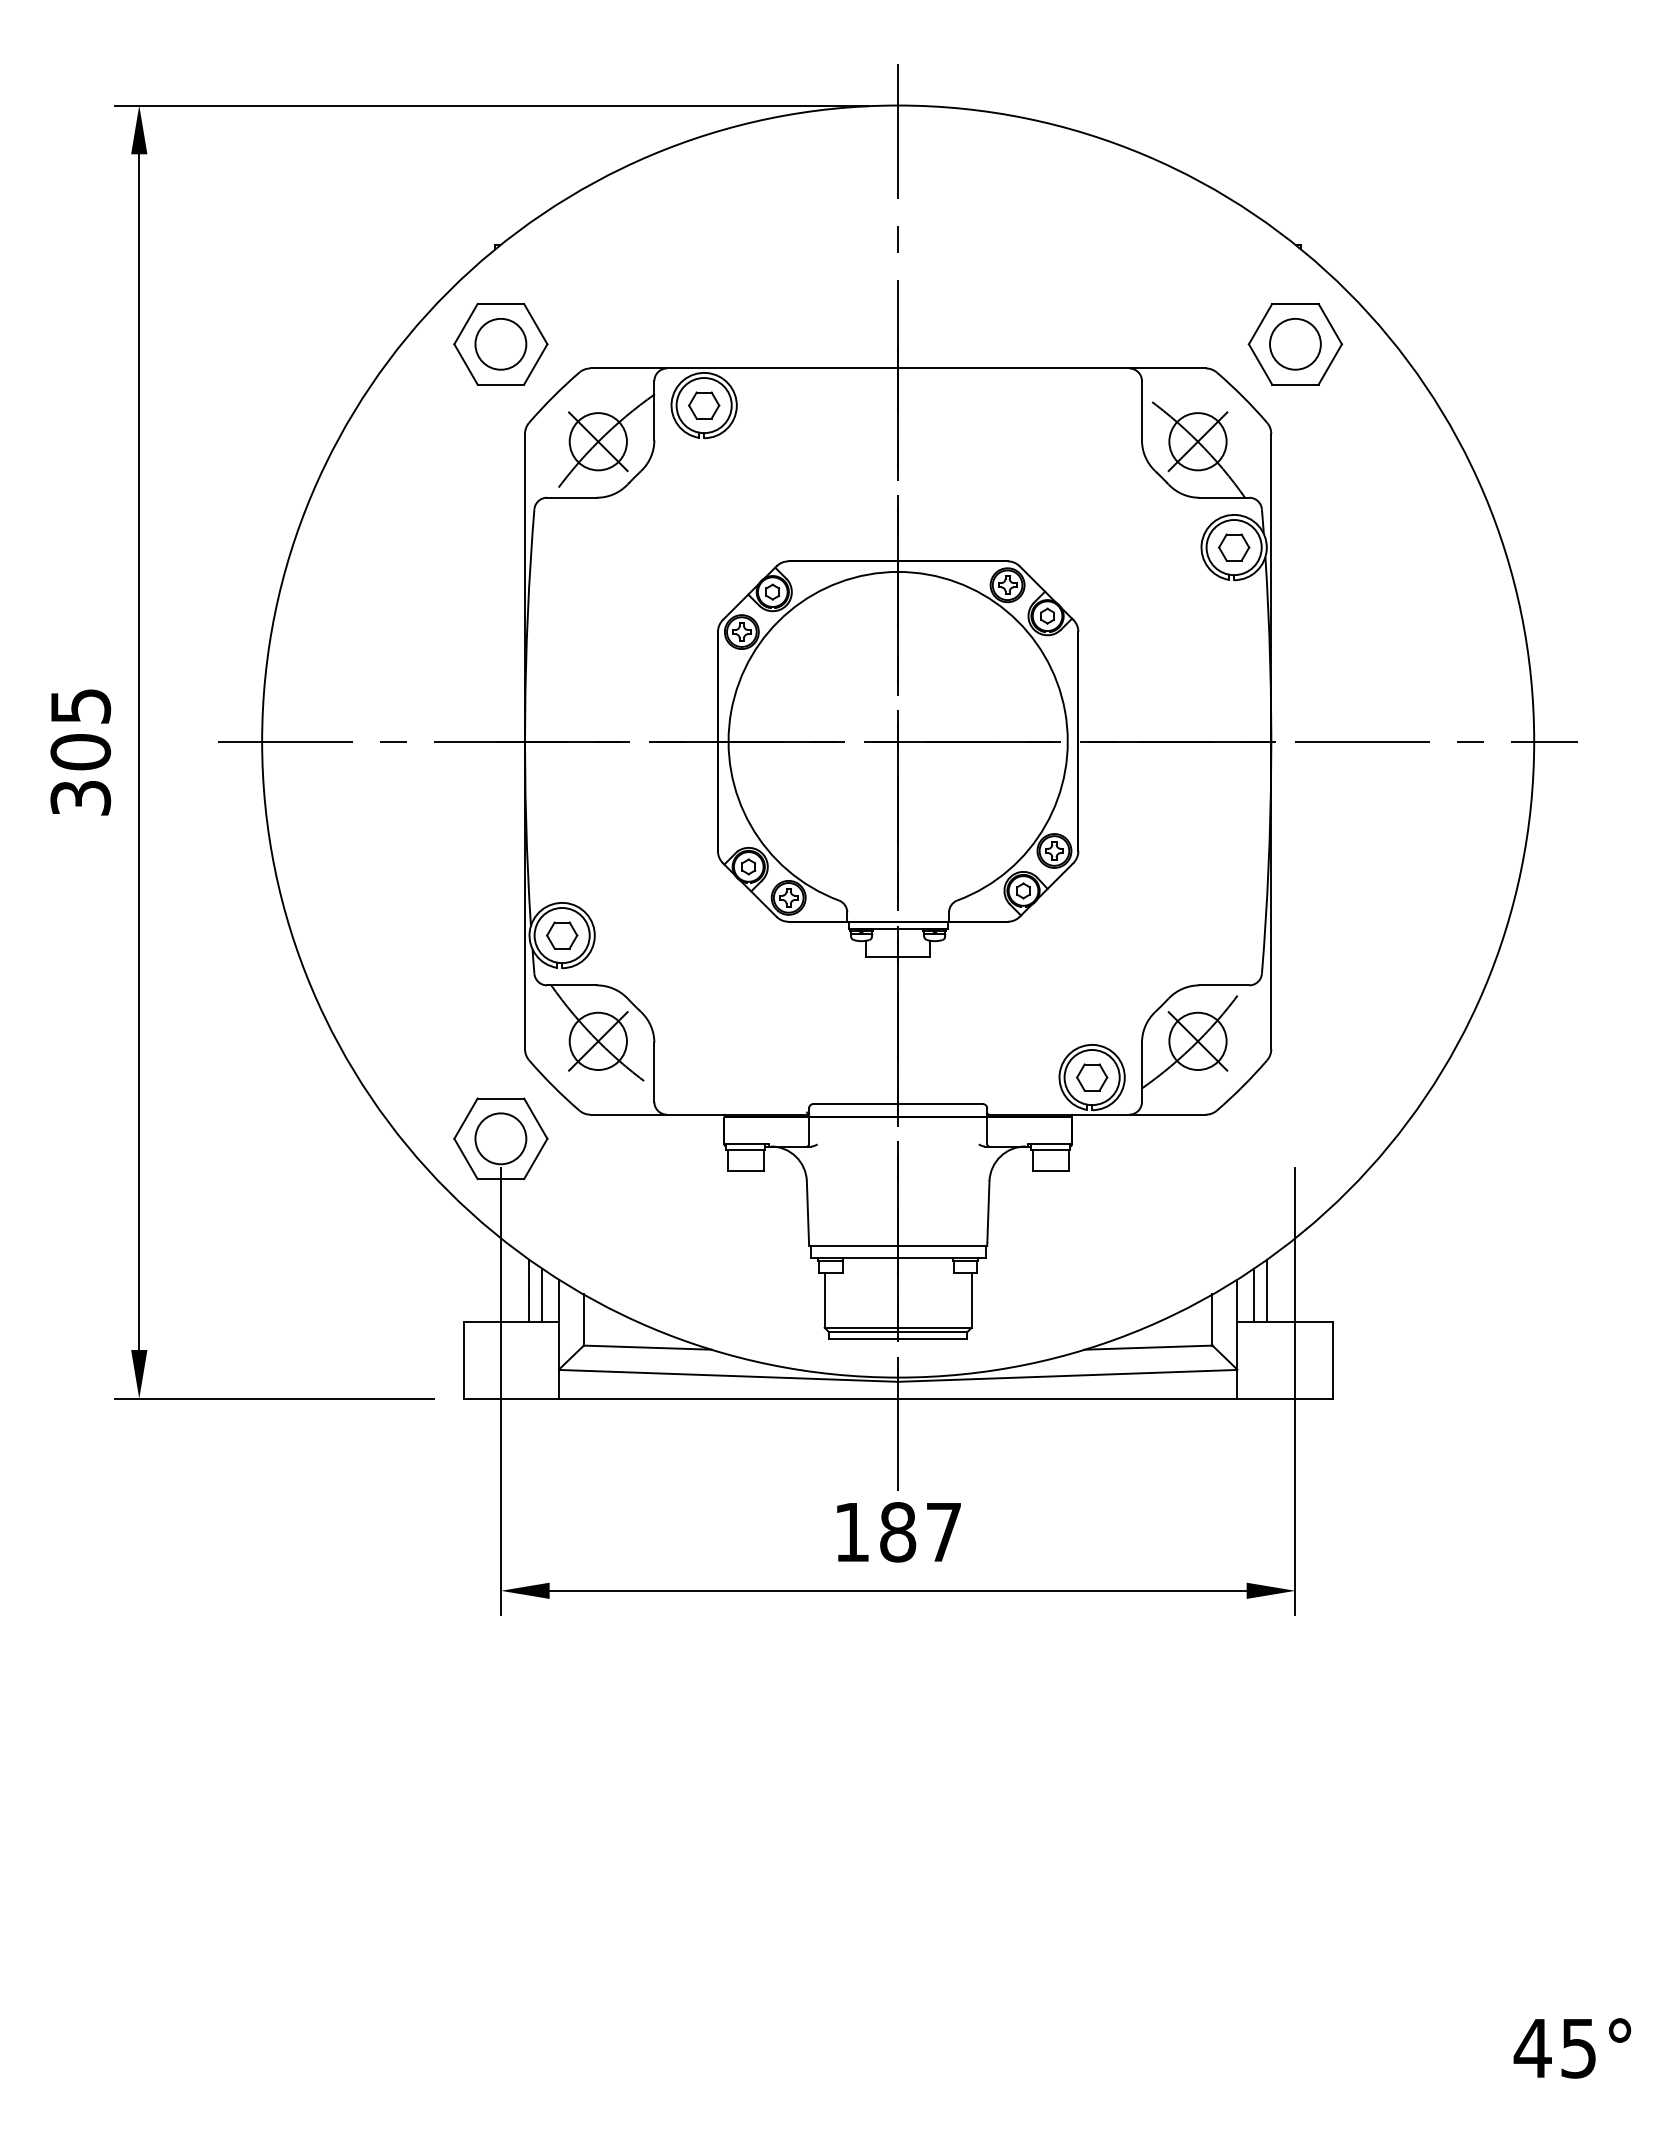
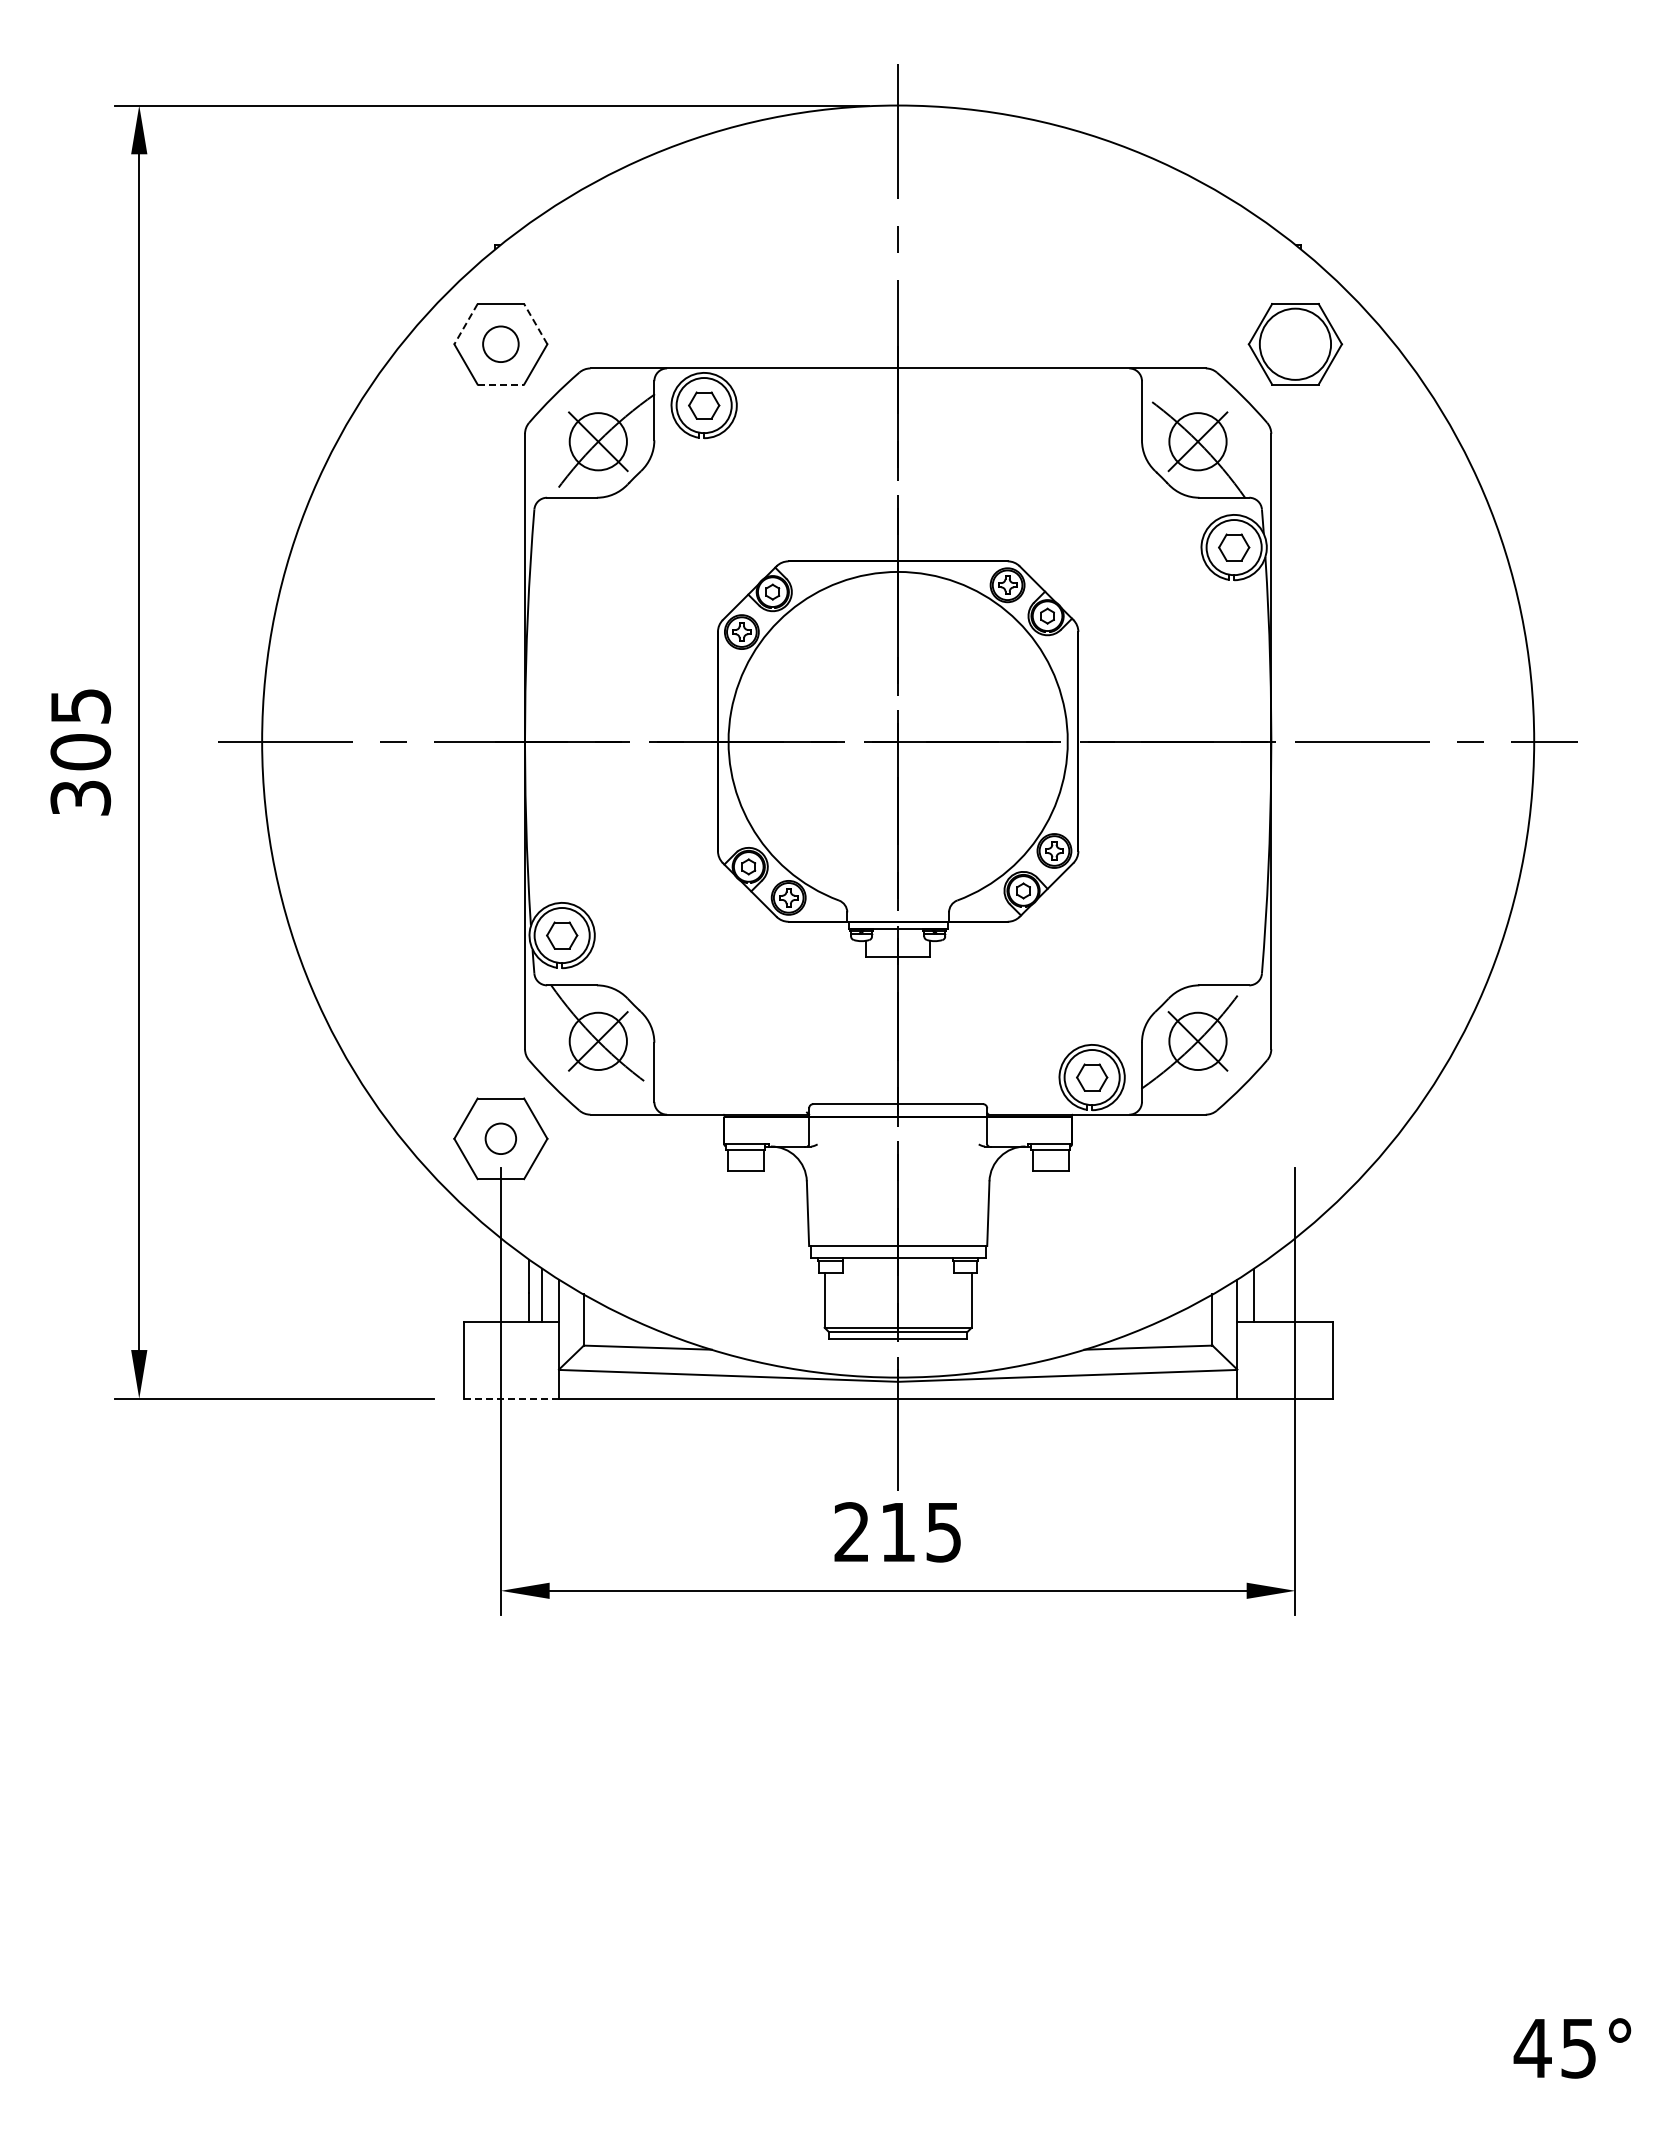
line at (535, 323): solid -> dashed
line at (465, 324): solid -> dashed
circle at (500, 343) diameter: 51 px -> 36 px
circle at (1295, 343) diameter: 51 px -> 71 px
line at (501, 384): solid -> dashed
circle at (500, 1138) diameter: 51 px -> 31 px
line at (1267, 1290): present -> none
line at (511, 1398): solid -> dashed
text at (897, 1532): 187 -> 215
